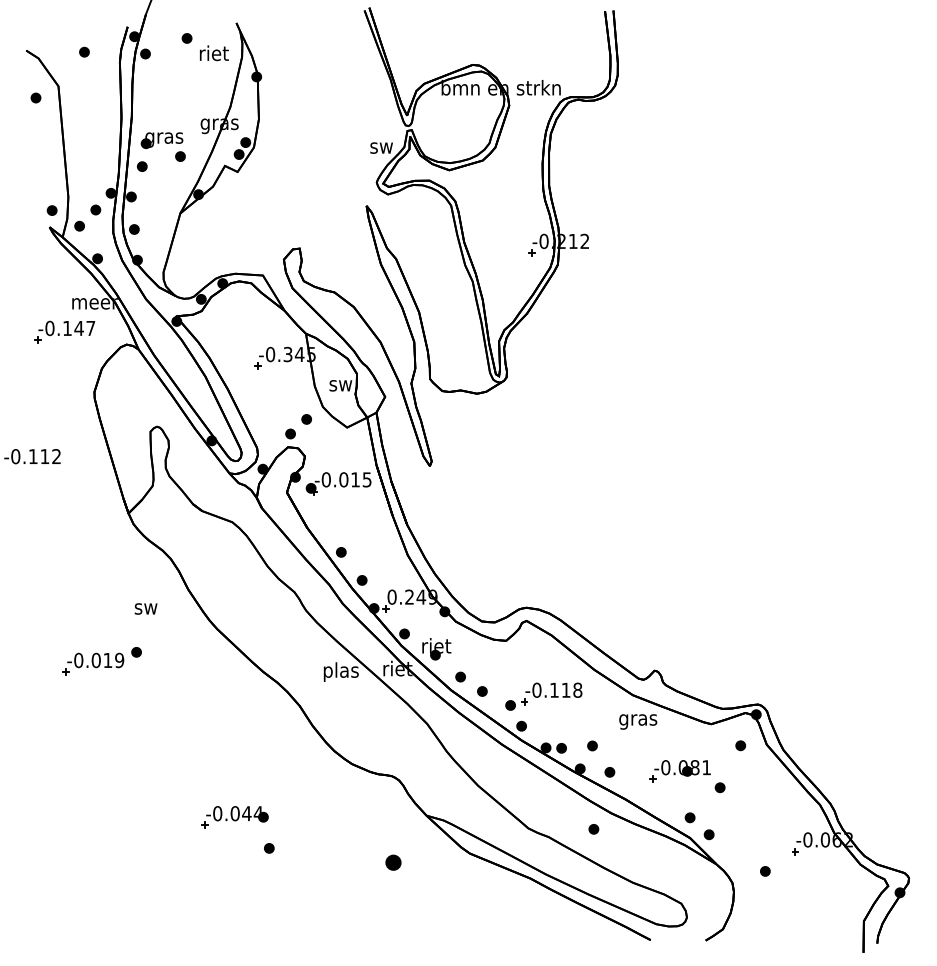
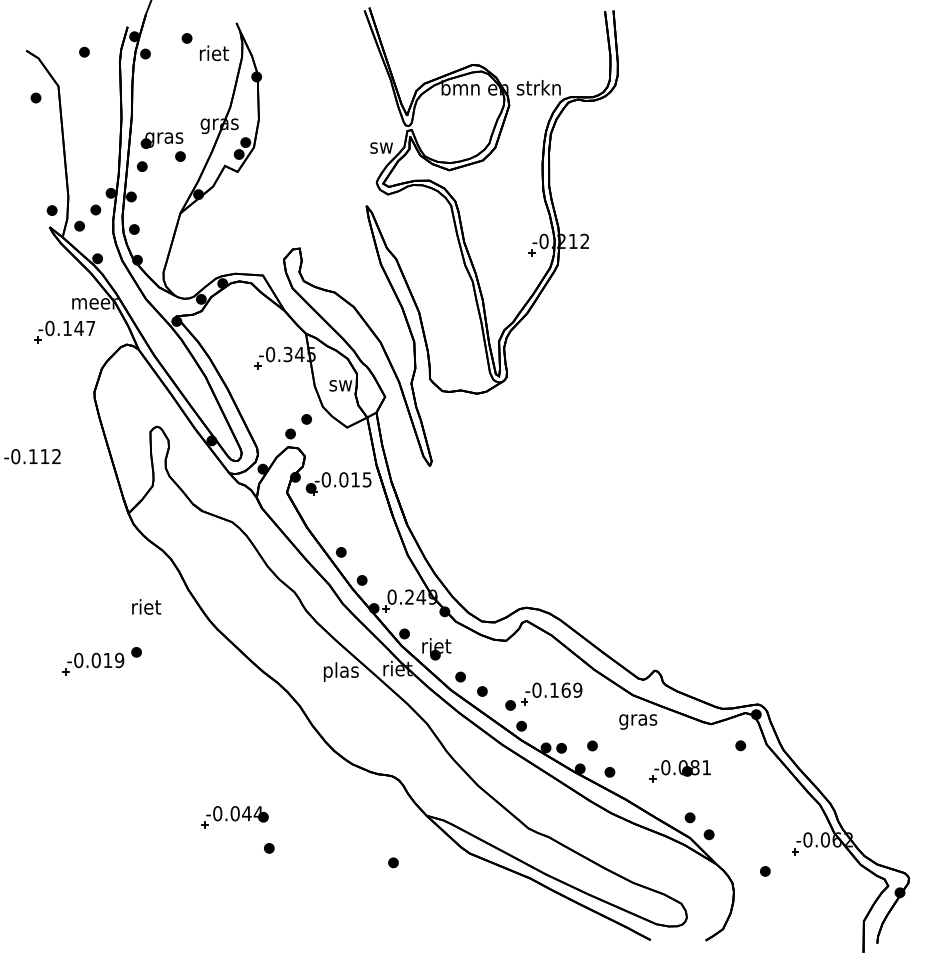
text at (146, 606): sw -> riet
text at (571, 689): -0.118 -> -0.169
part at (719, 787): present -> none
part at (593, 829): present -> none
part at (393, 862) size: 17x17 px -> 11x12 px
